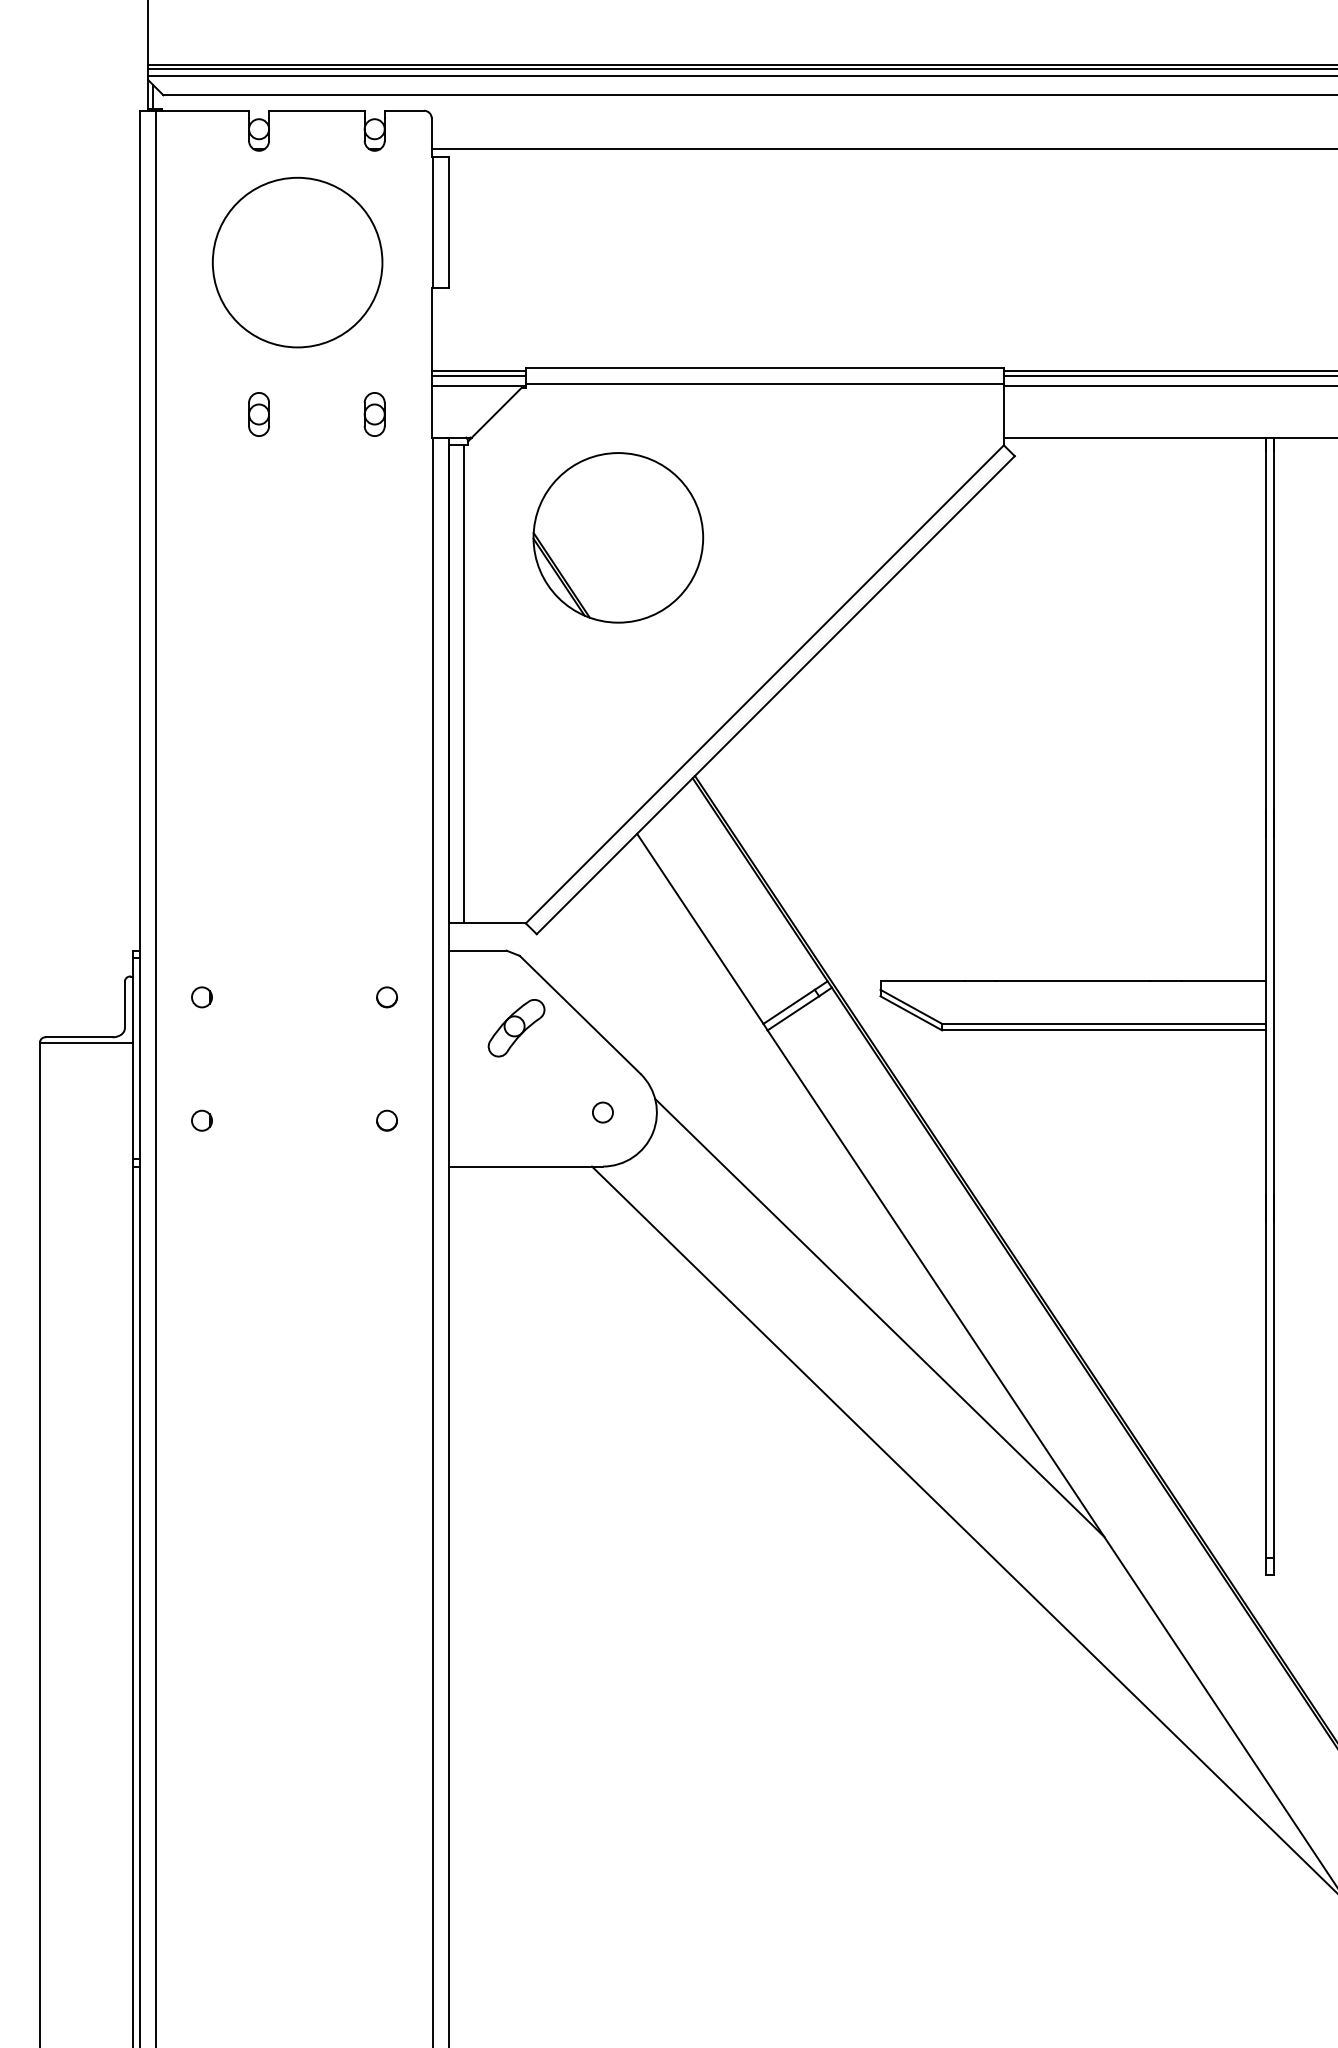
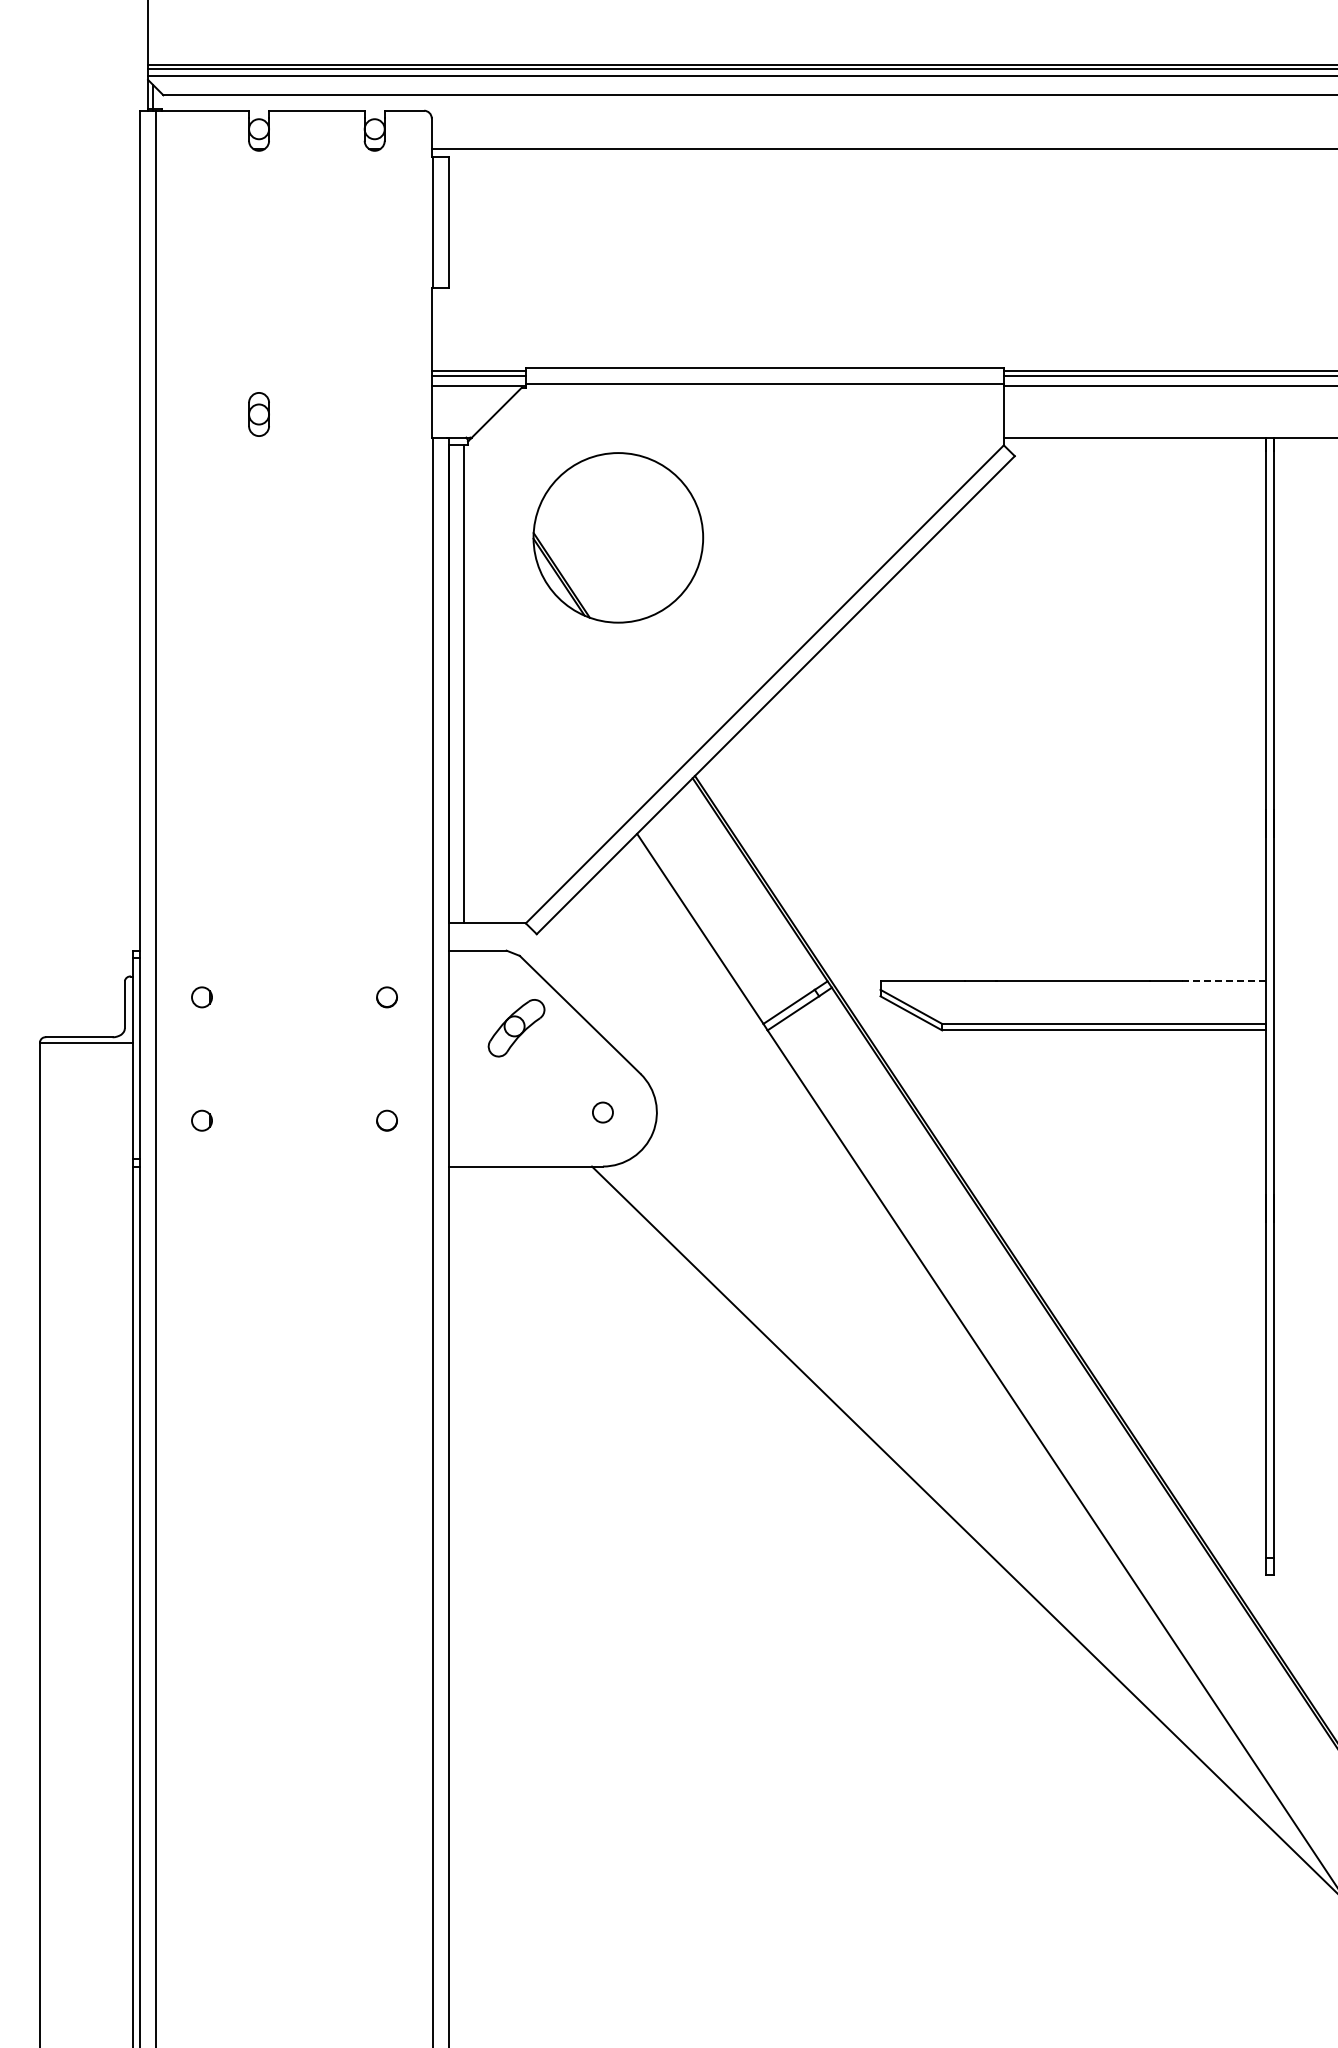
circle at (297, 262): present -> none
part at (374, 414): present -> none
line at (1223, 981): solid -> dashed
line at (879, 1317): present -> none
